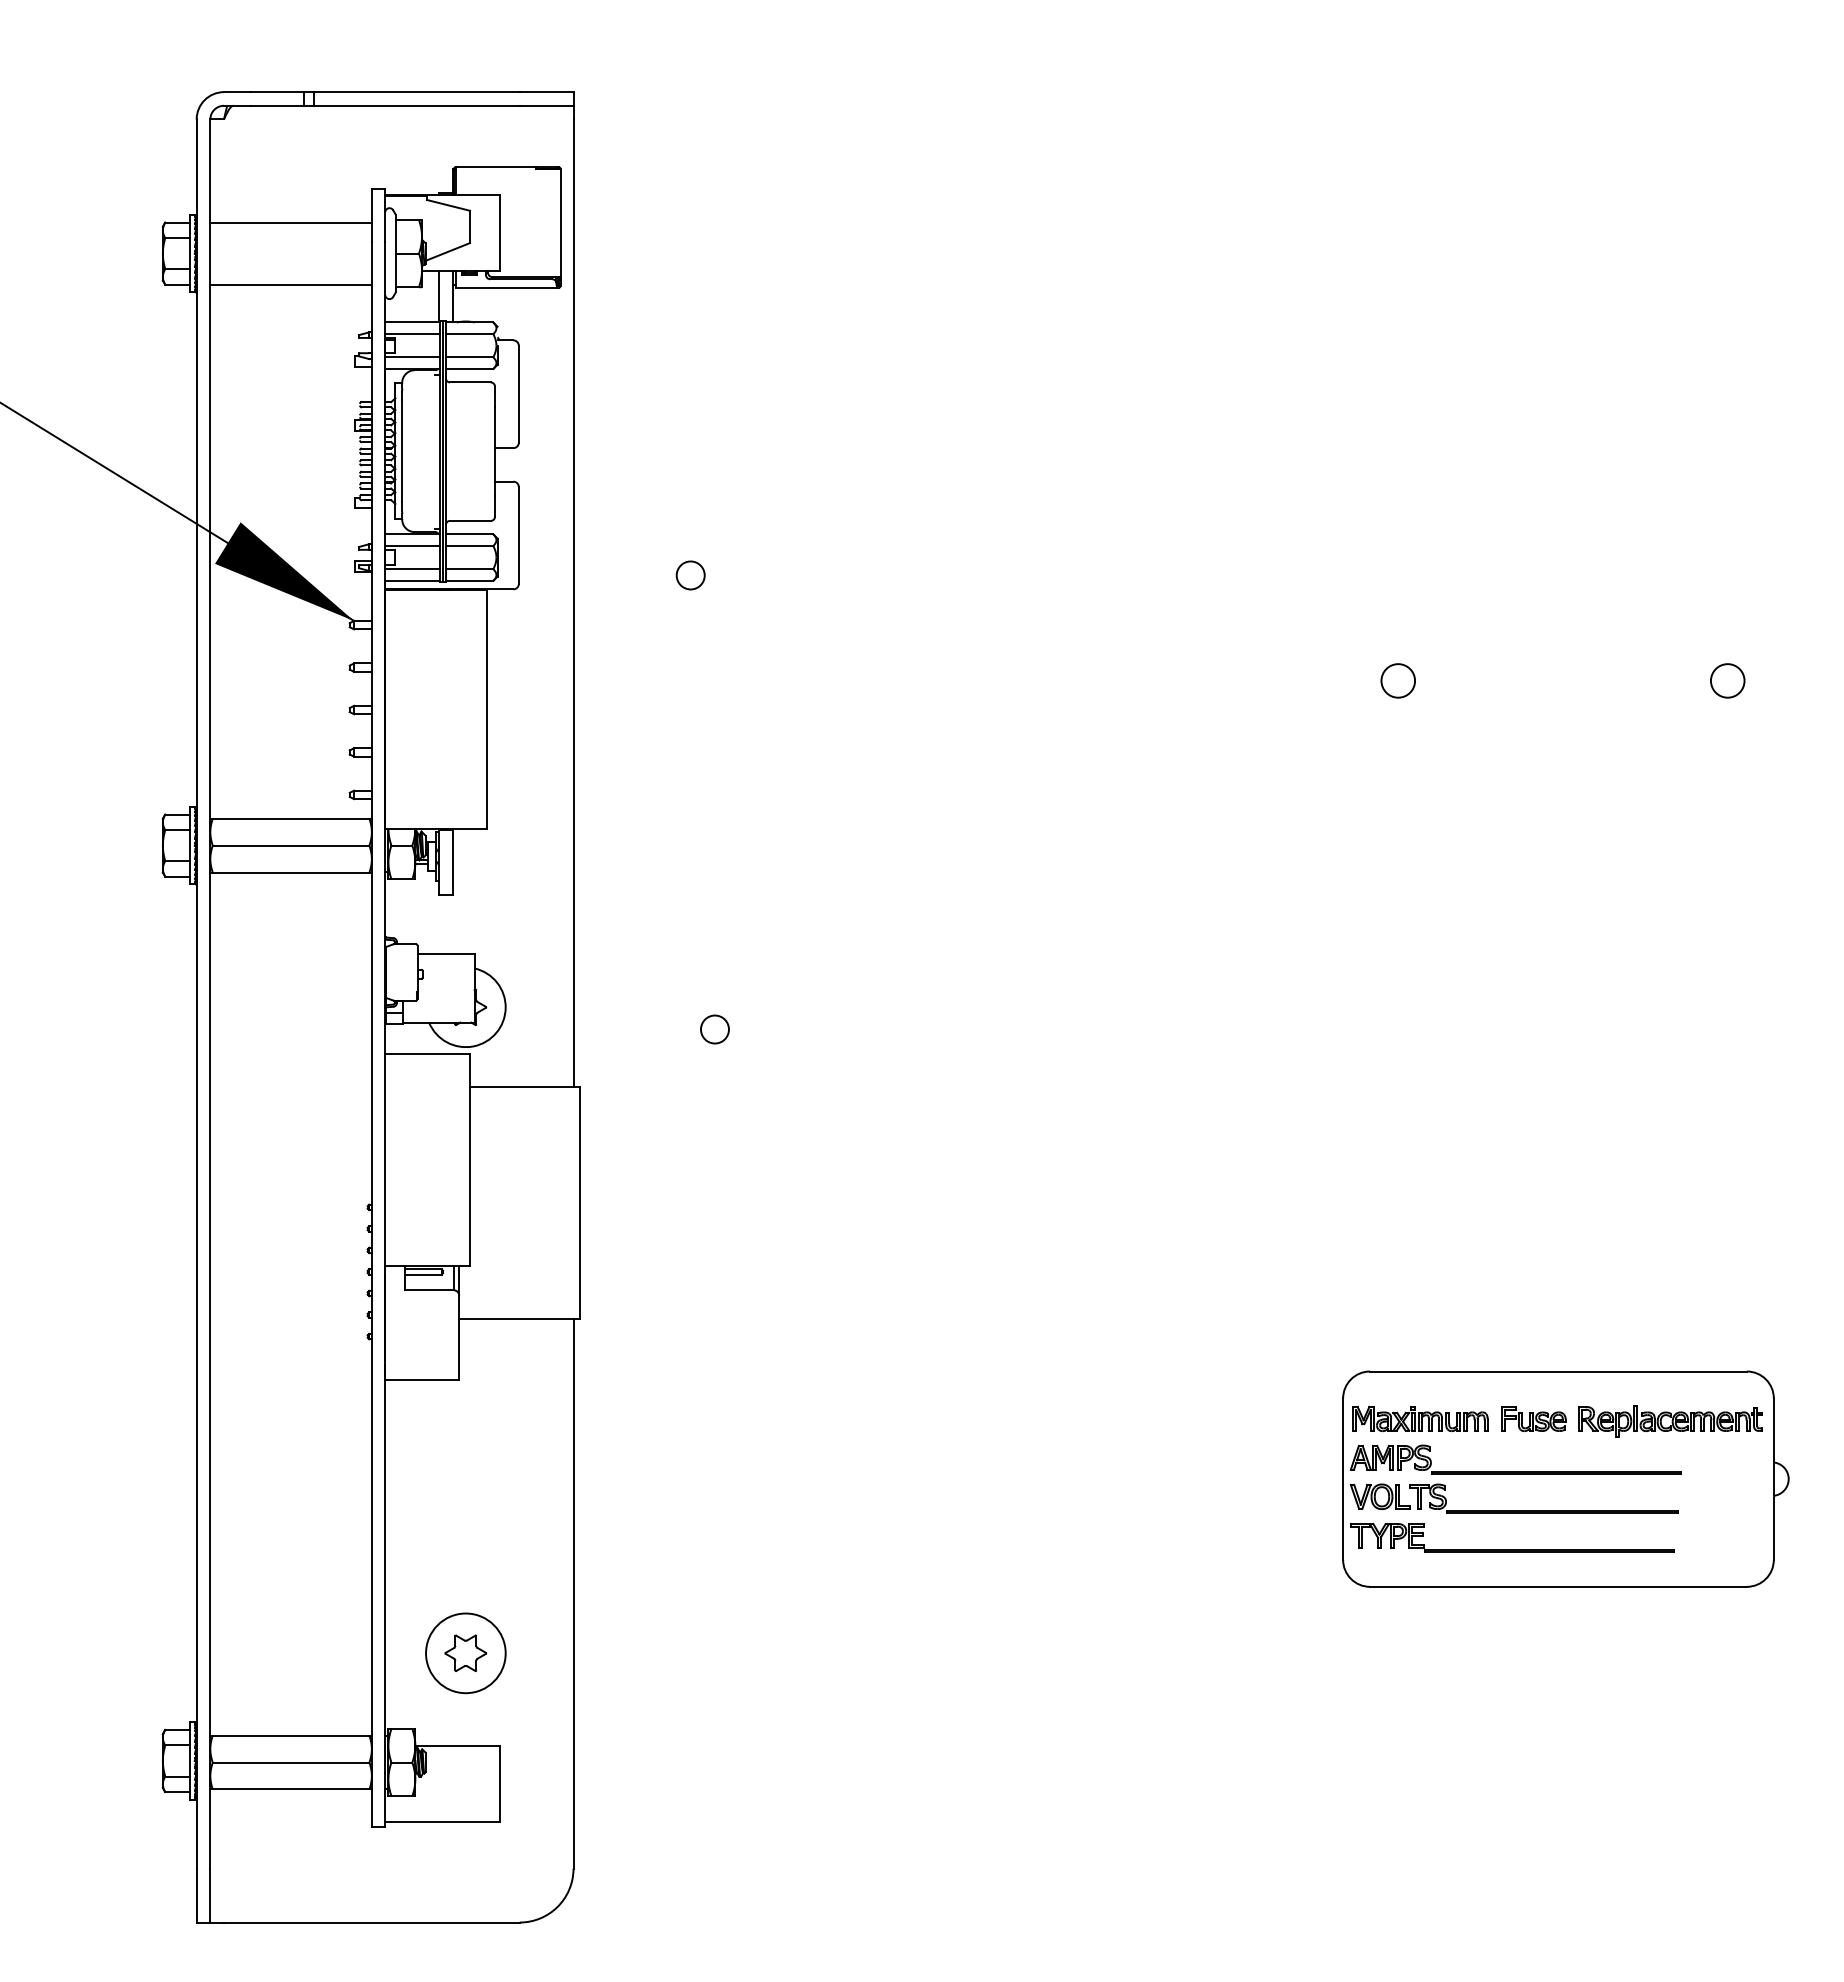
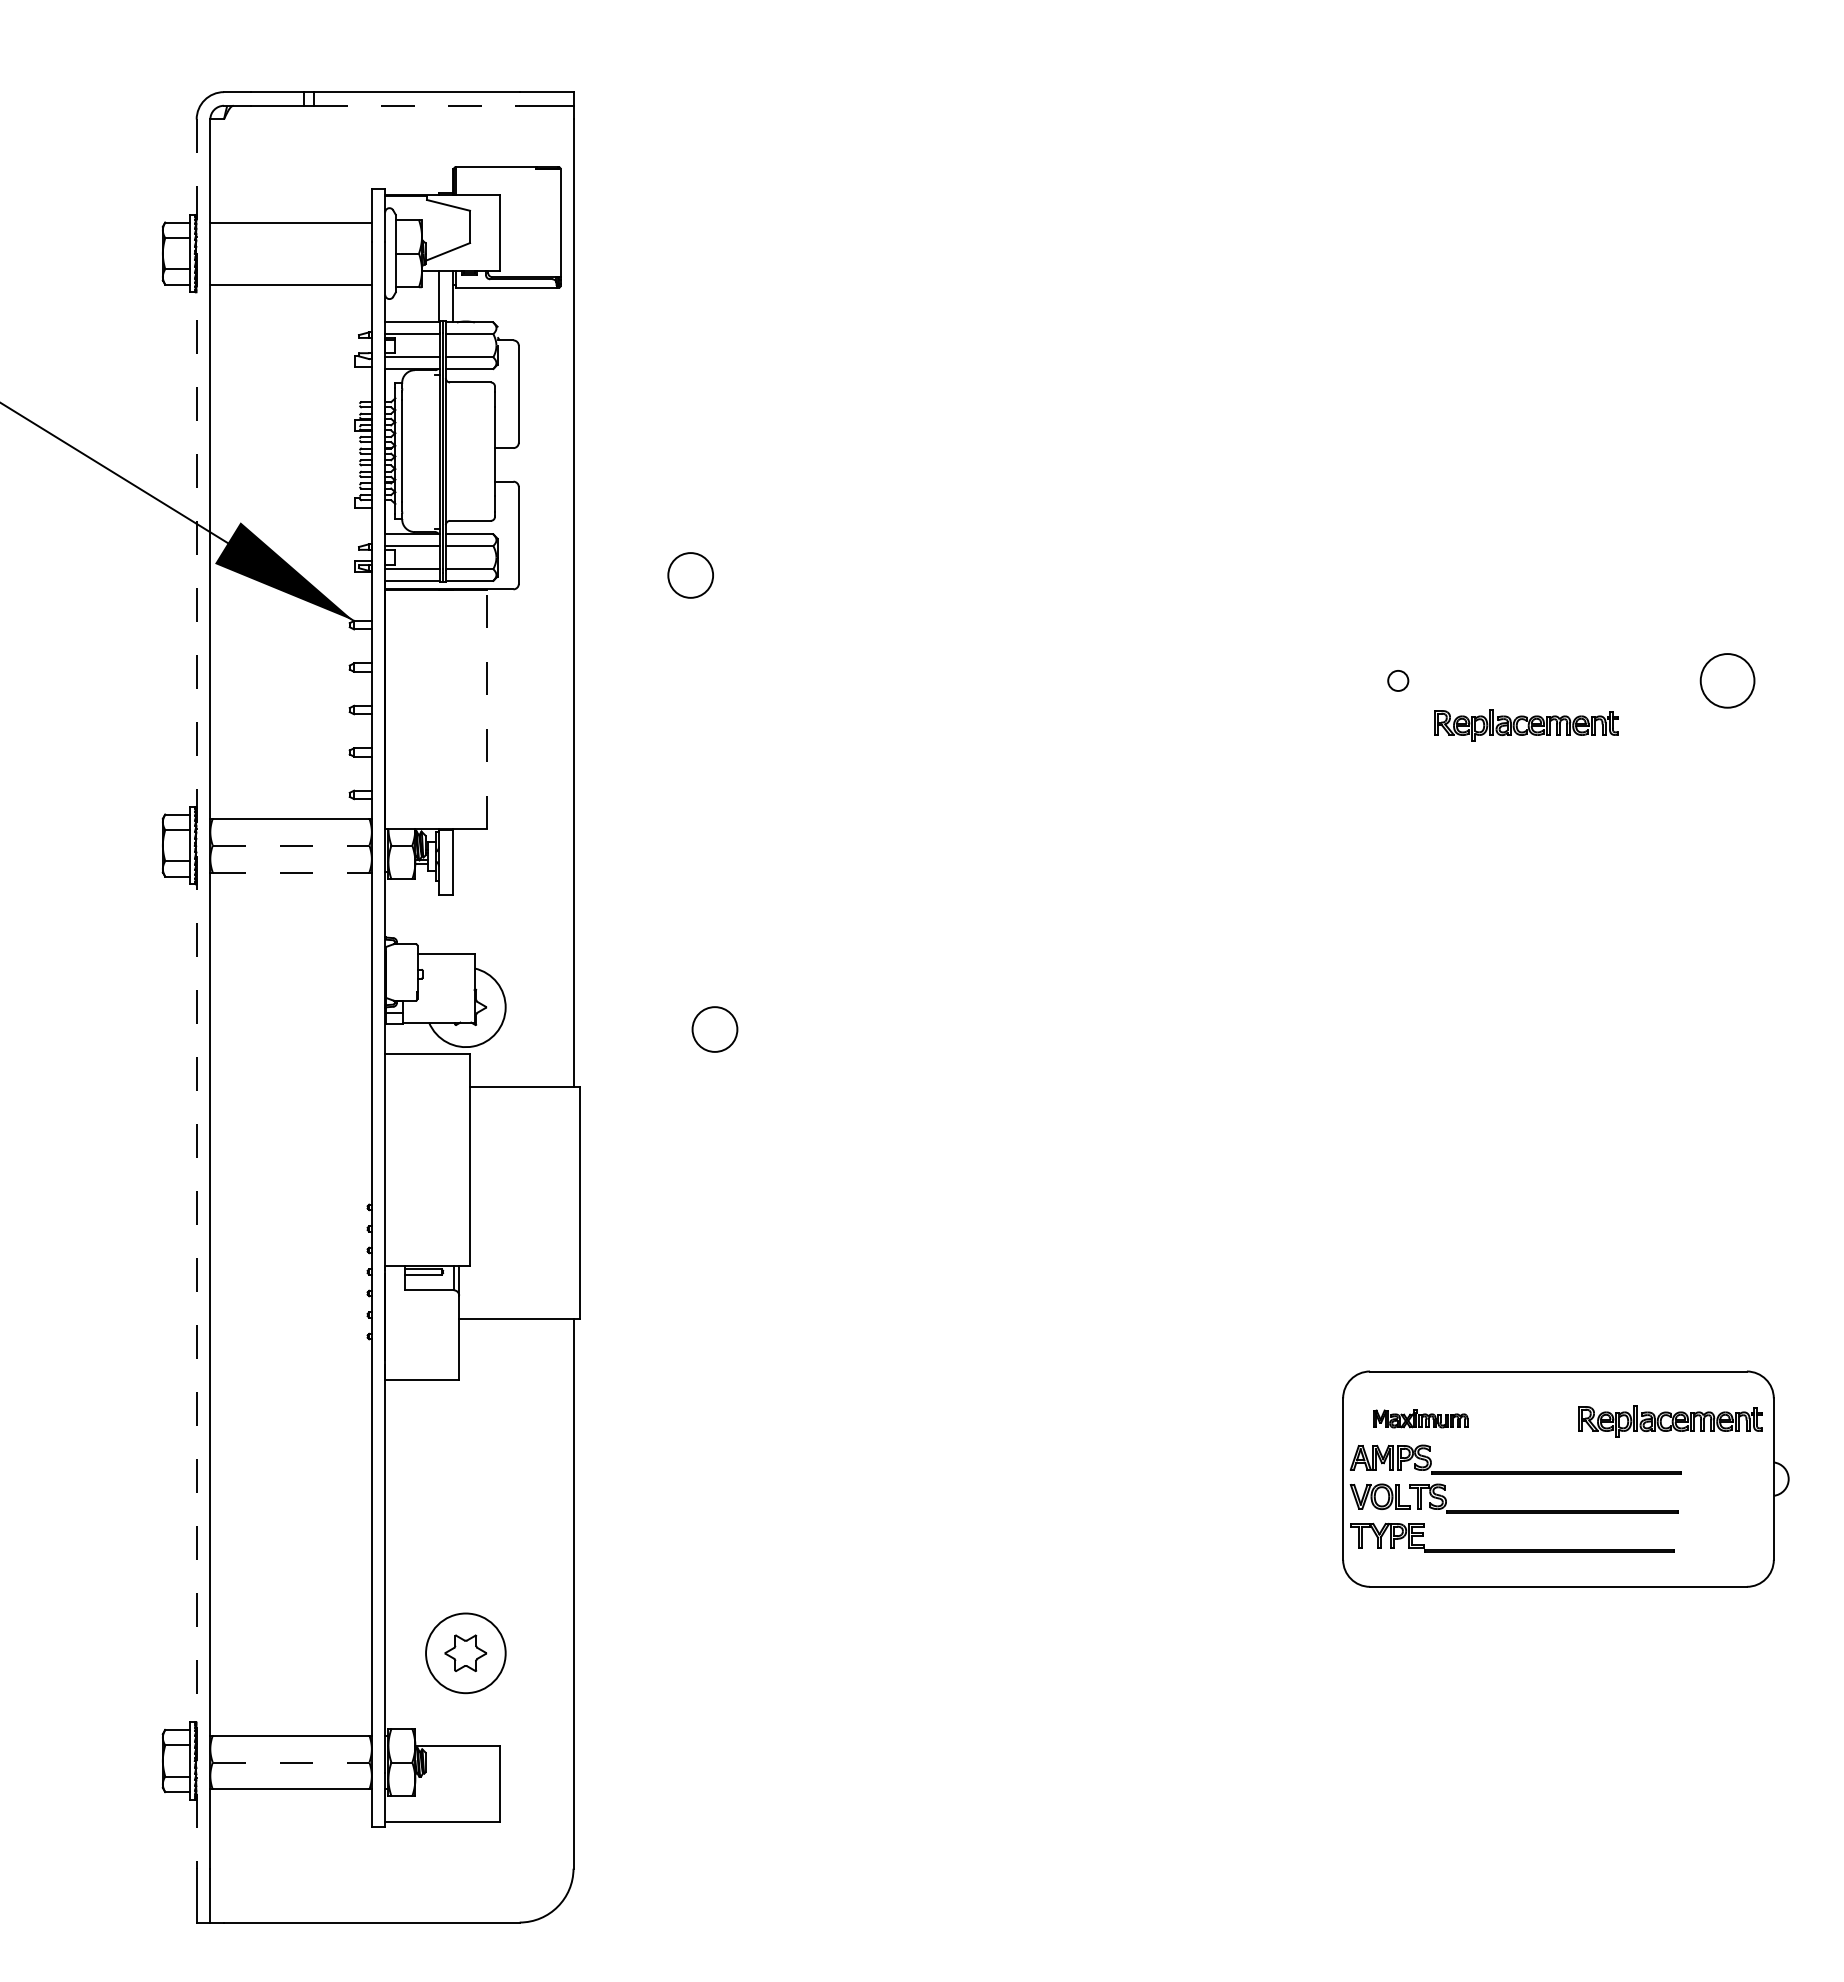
line at (416, 105): solid -> dashed
circle at (690, 575) diameter: 28 px -> 45 px
circle at (1398, 680) diameter: 34 px -> 20 px
circle at (1727, 680) size: 36x36 px -> 57x56 px
line at (487, 709): solid -> dashed
part at (1526, 725): none -> present
line at (291, 845): solid -> dashed
line at (291, 872): solid -> dashed
line at (196, 994): solid -> dashed
circle at (714, 1029) diameter: 28 px -> 45 px
part at (1420, 1418) size: 137x26 px -> 96x20 px
part at (1533, 1418): present -> none
line at (291, 1762): solid -> dashed
